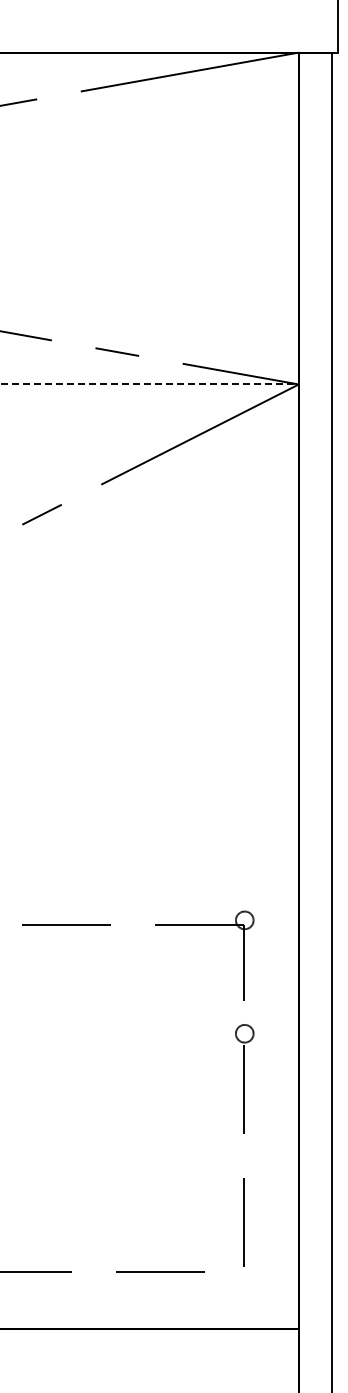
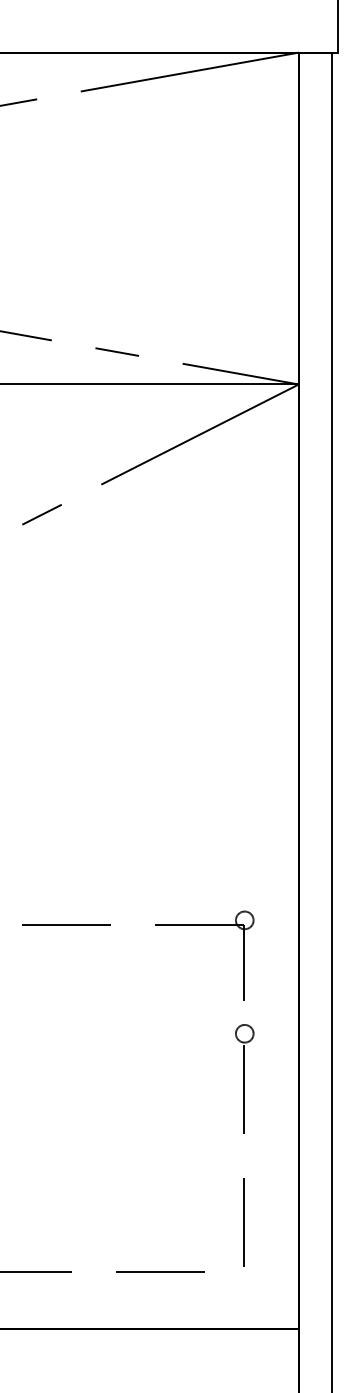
line at (149, 384): dashed -> solid
